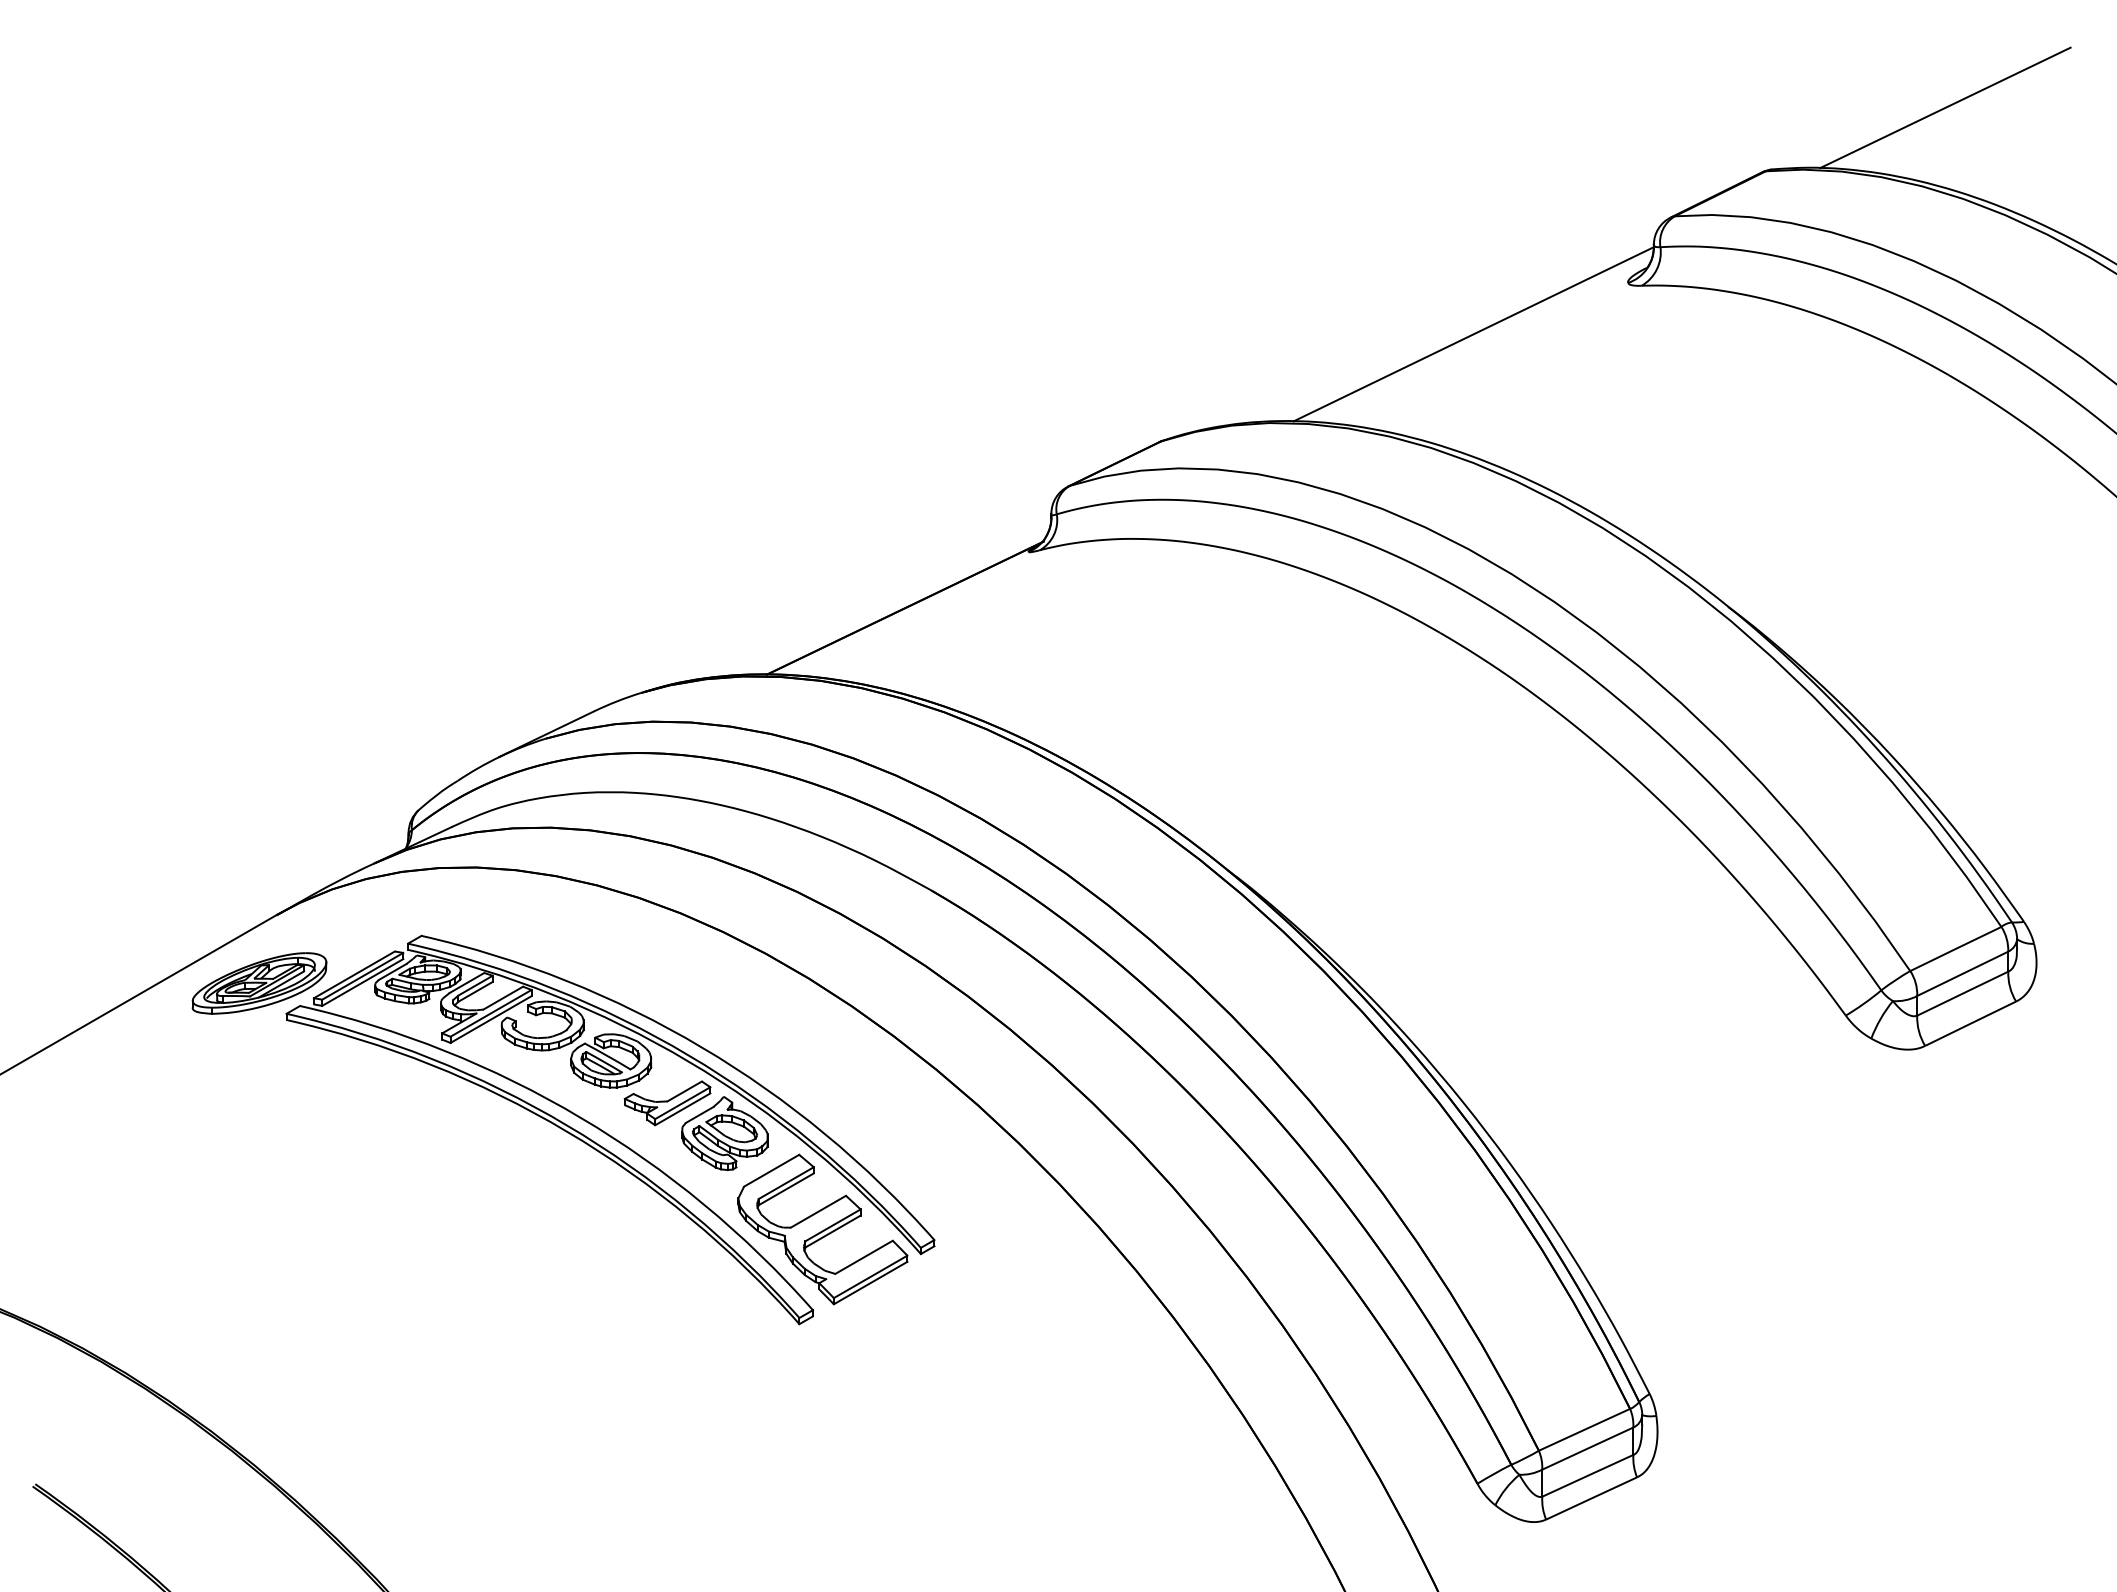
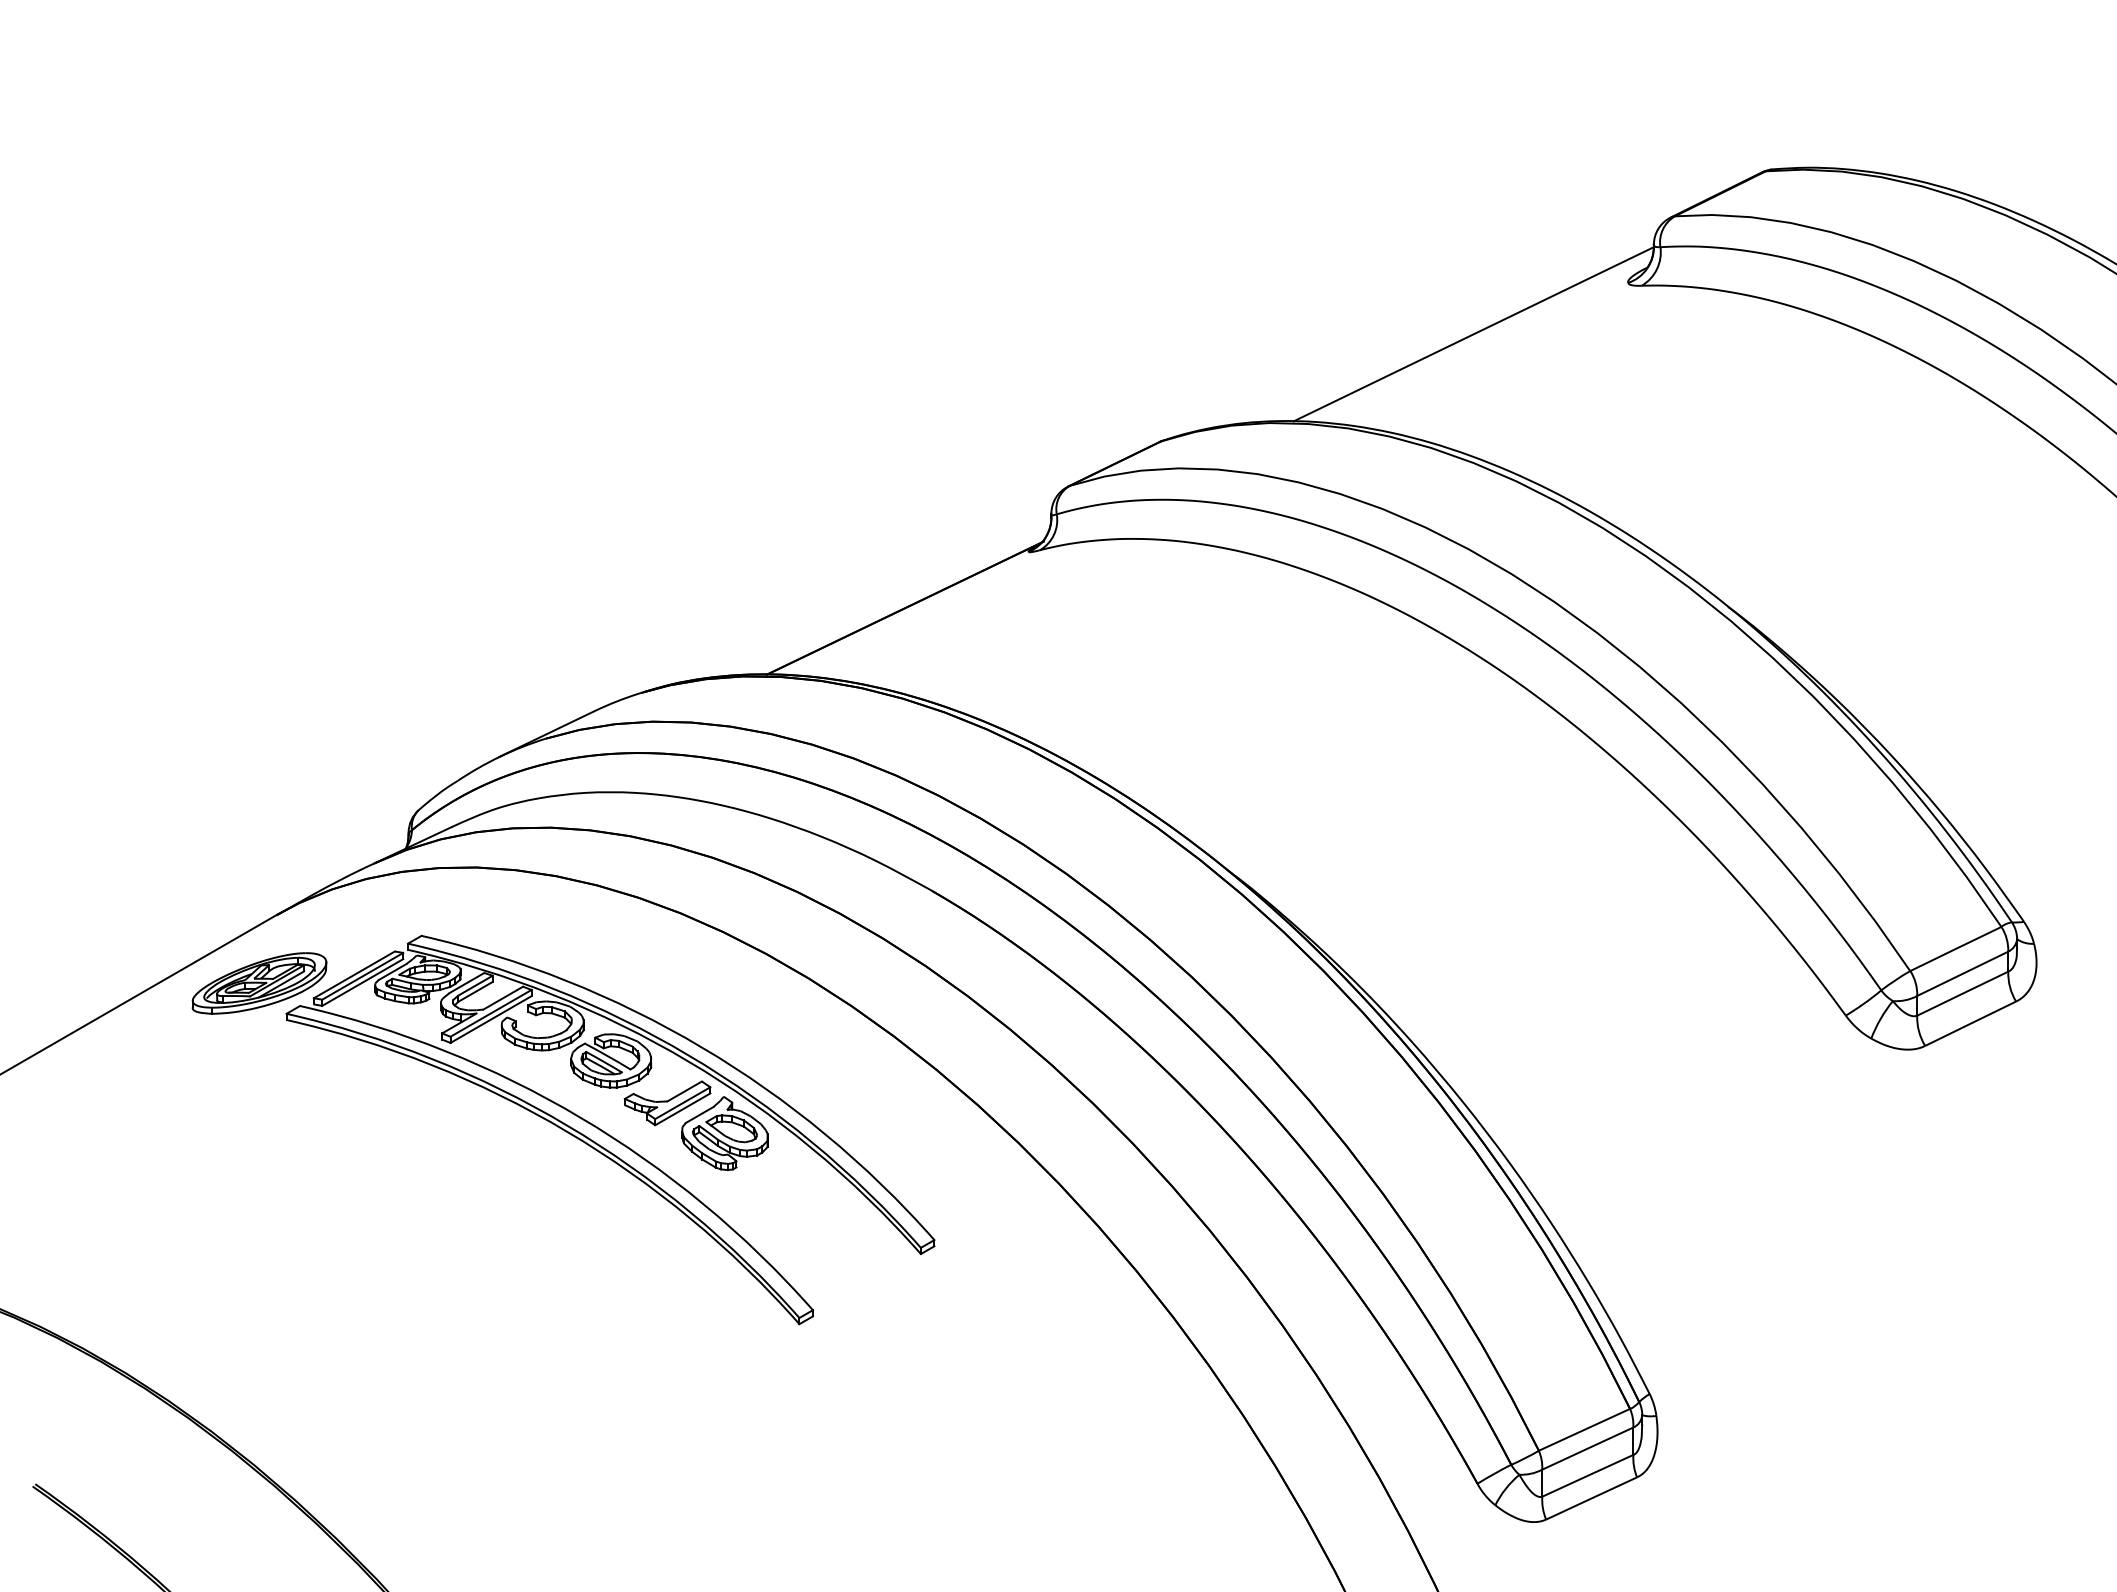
line at (1945, 107): present -> none
part at (822, 1229): present -> none
